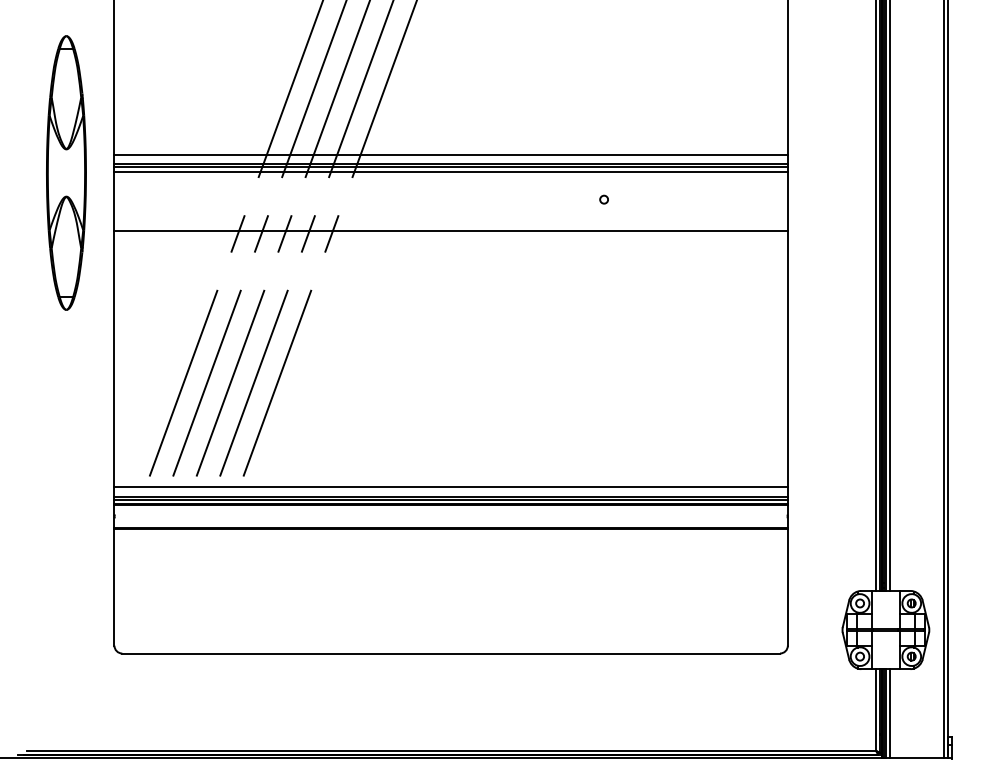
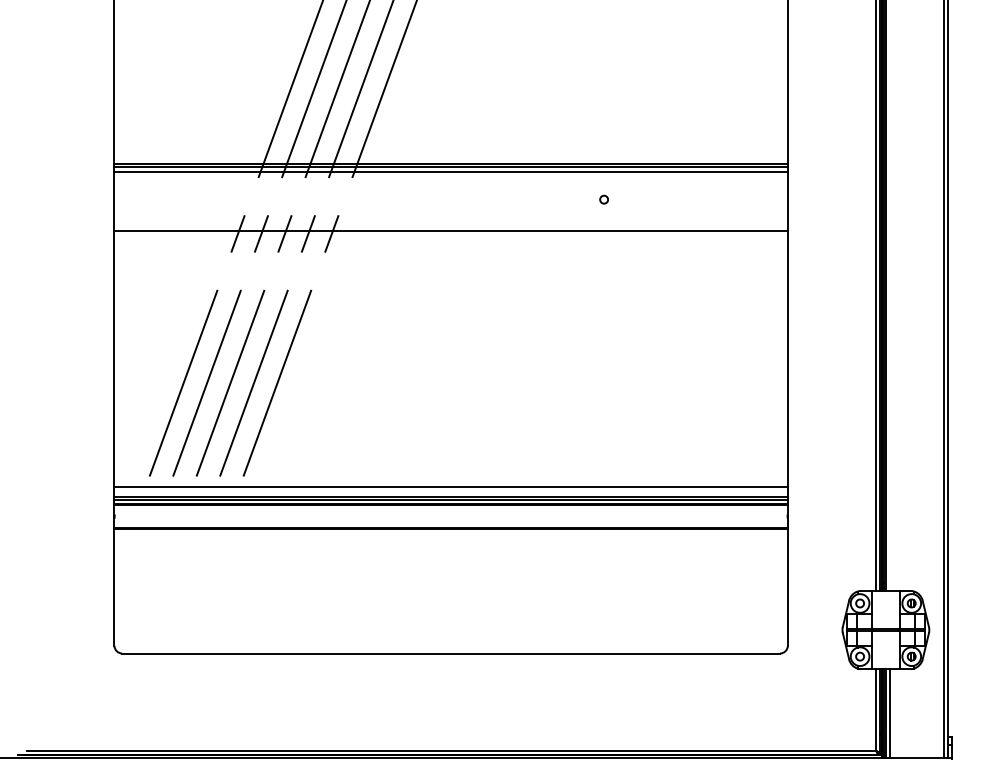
line at (450, 154): present -> none
part at (66, 172): present -> none
line at (890, 296): present -> none
